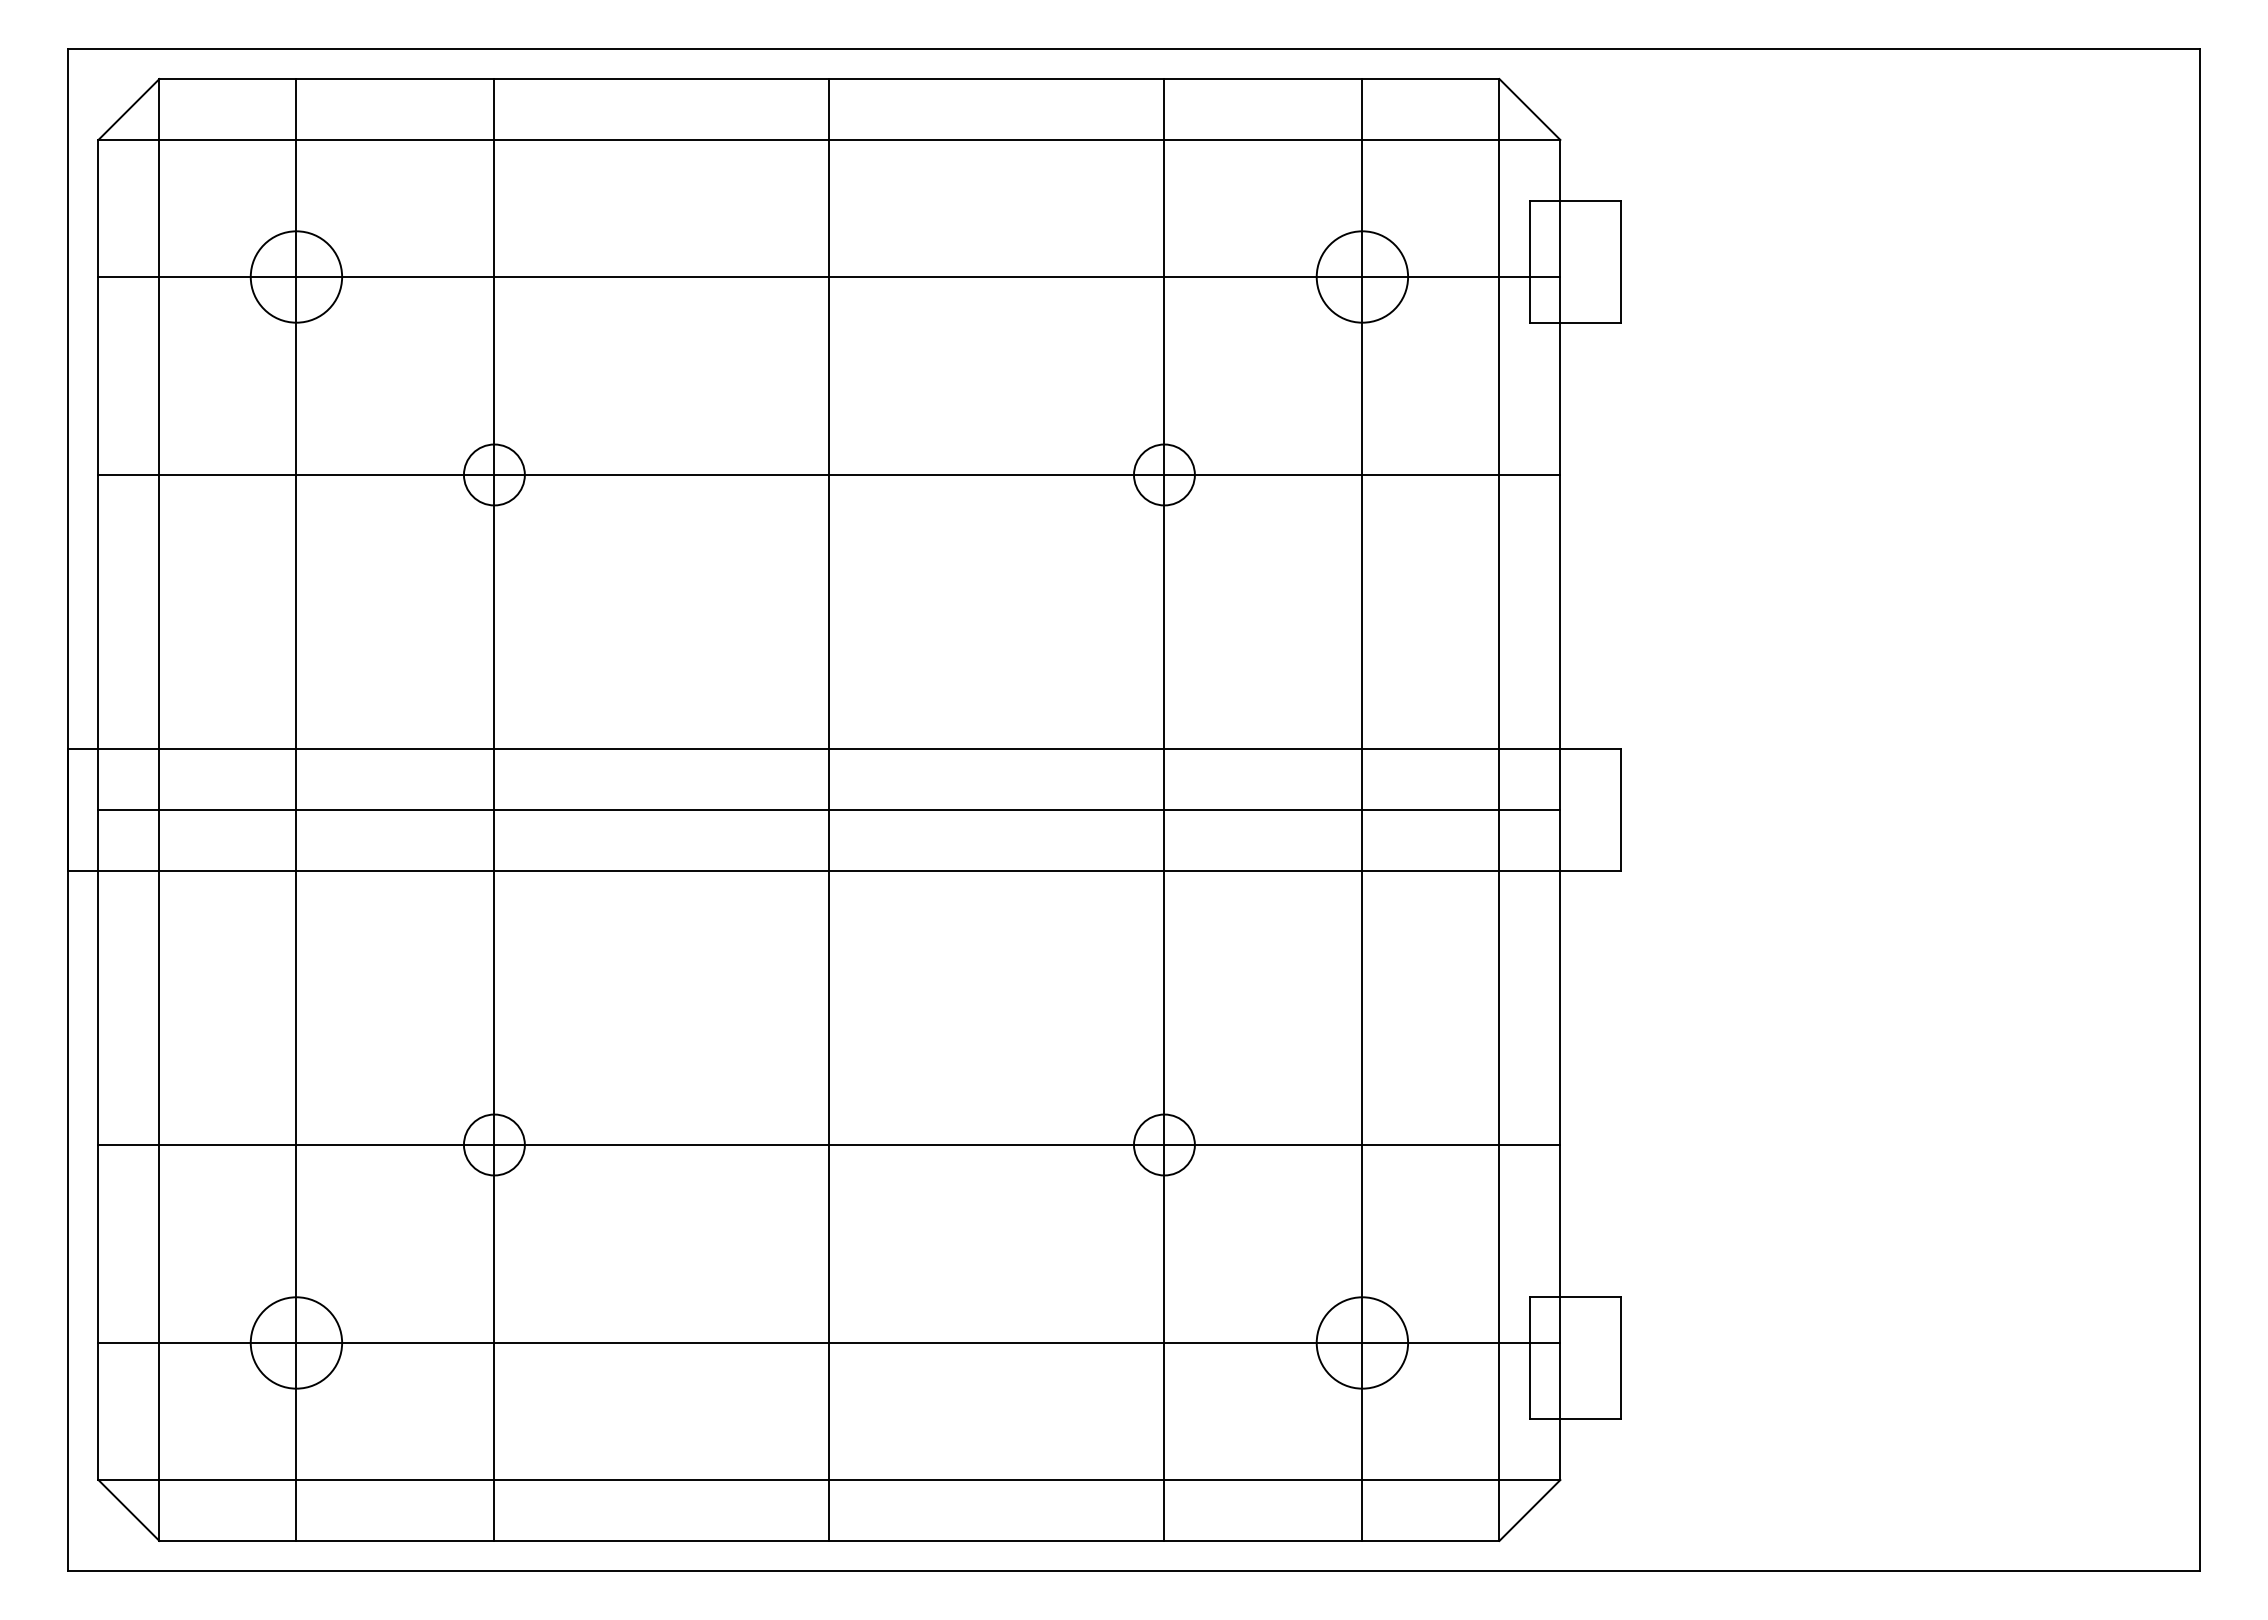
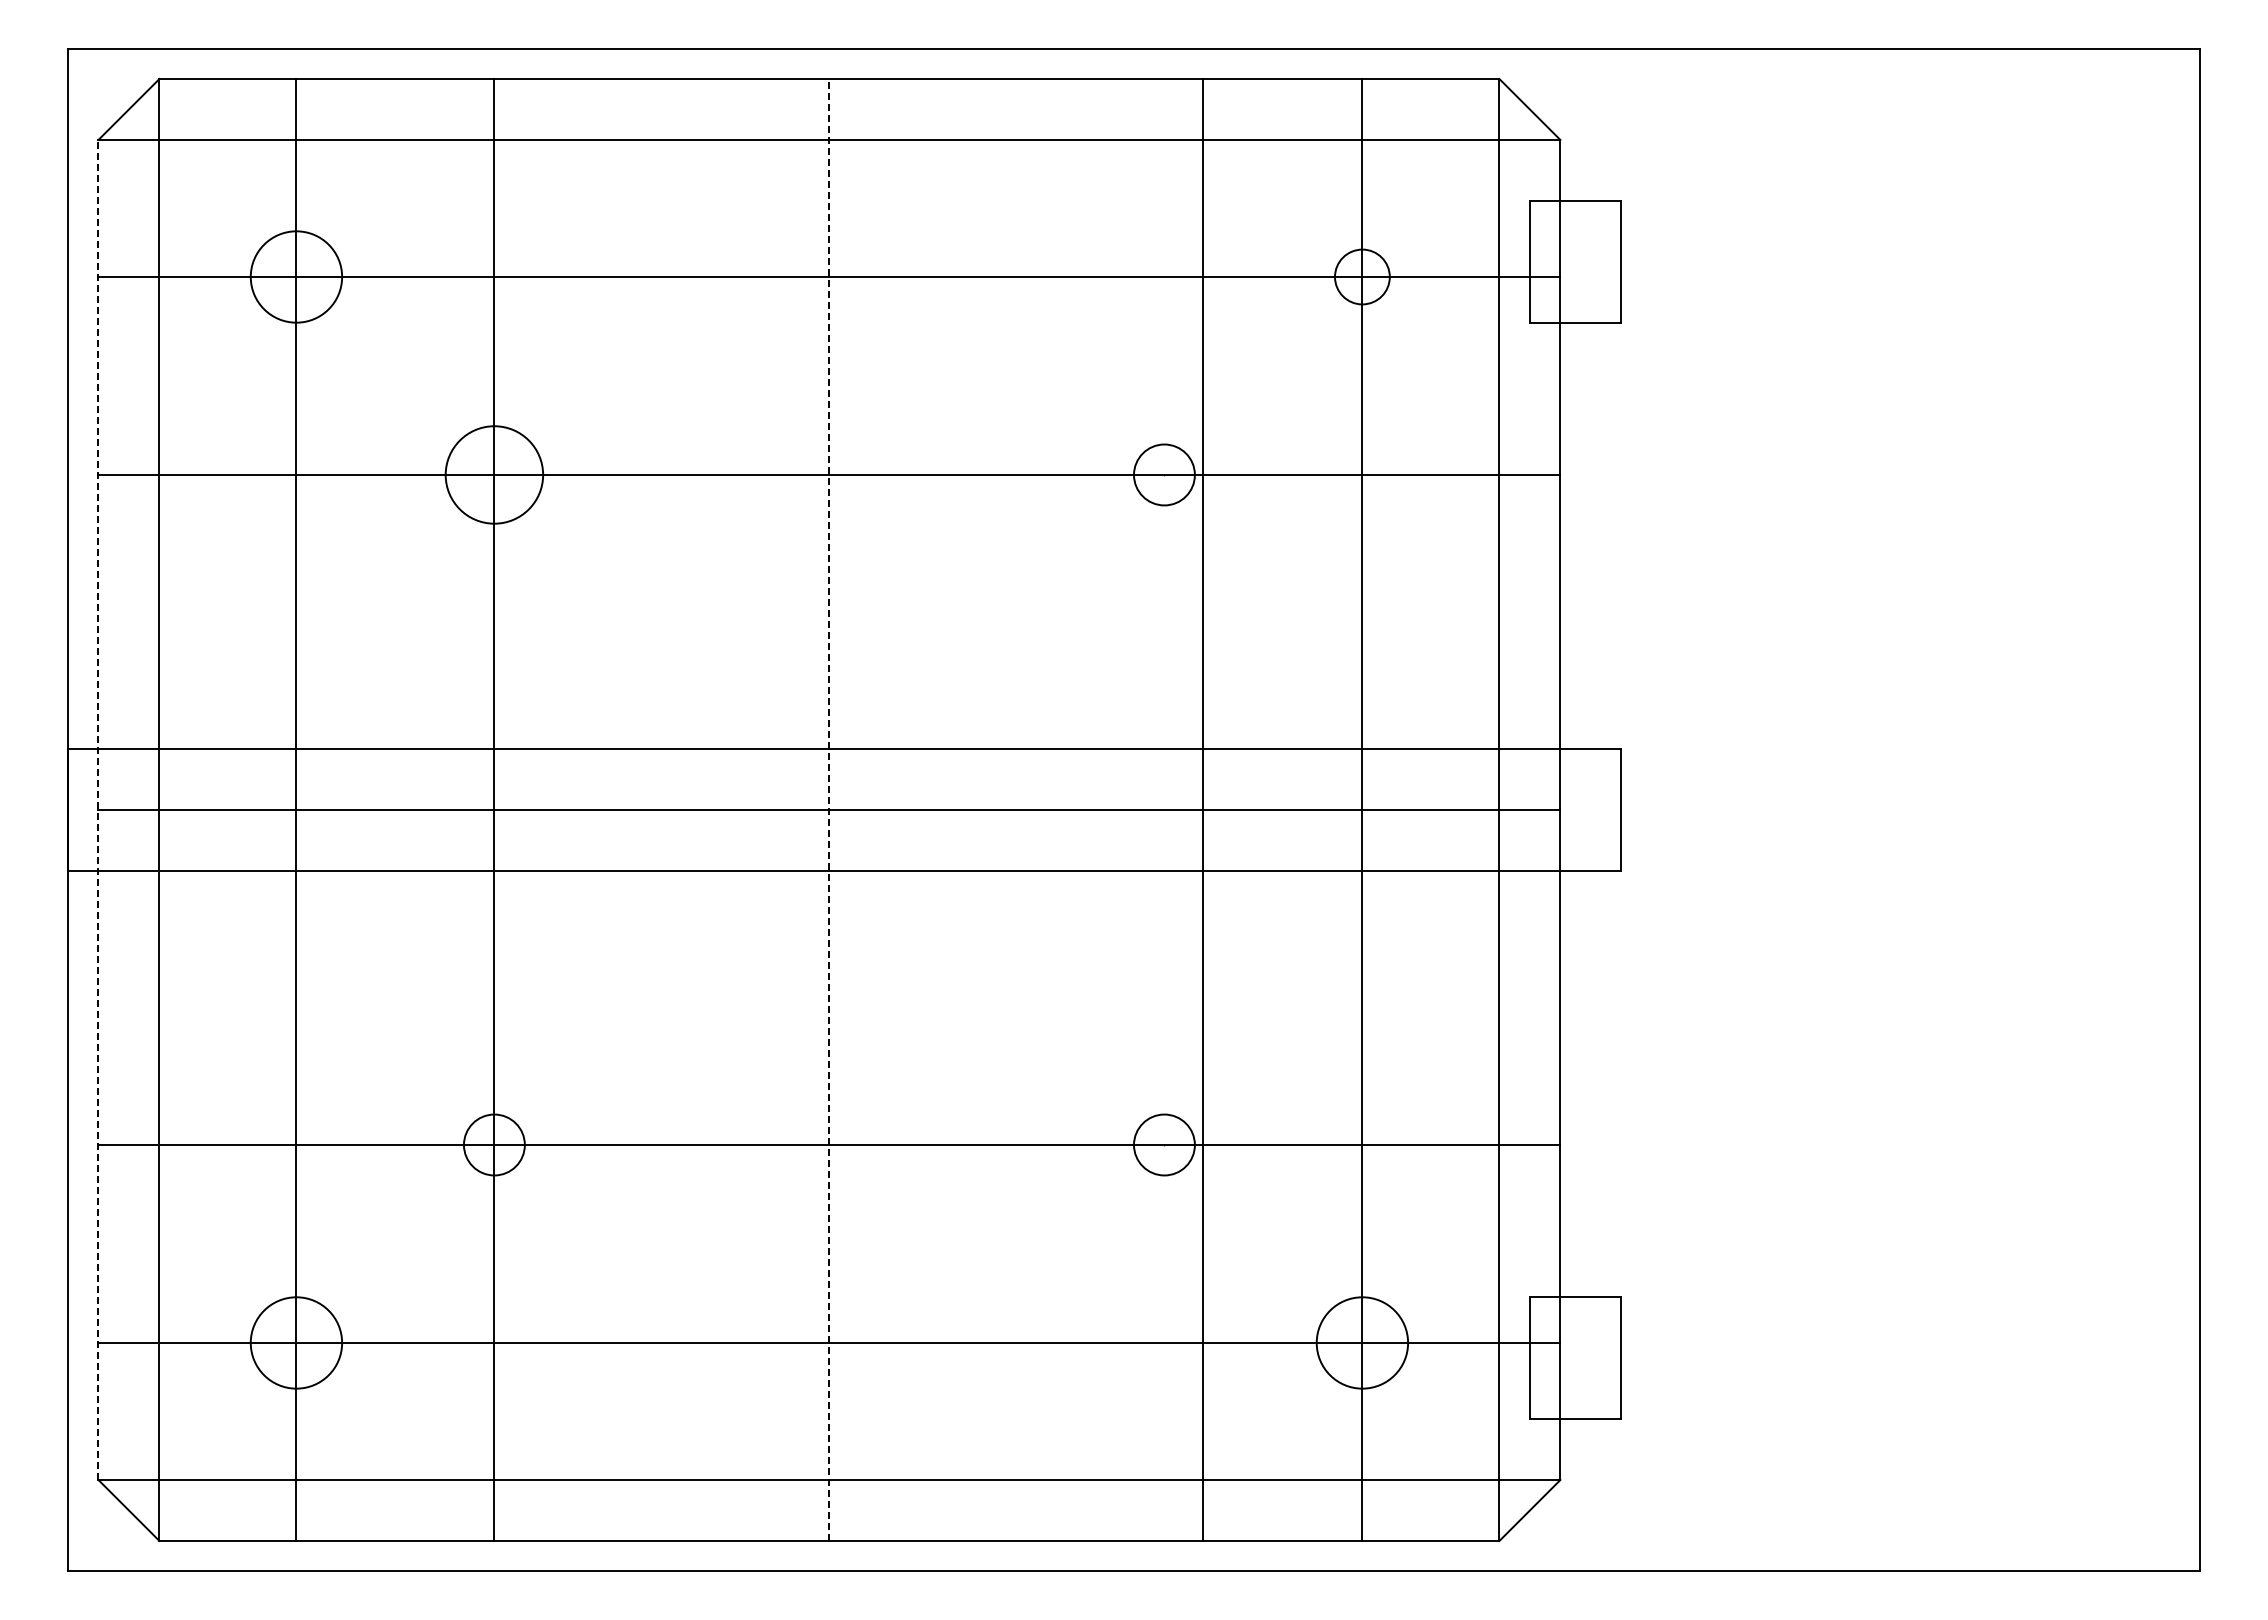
circle at (1362, 276) diameter: 91 px -> 55 px
circle at (493, 474) diameter: 61 px -> 97 px
line at (98, 809): solid -> dashed
line at (829, 809): solid -> dashed
line at (1164, 809) position: (1164, 809) -> (1203, 809)
